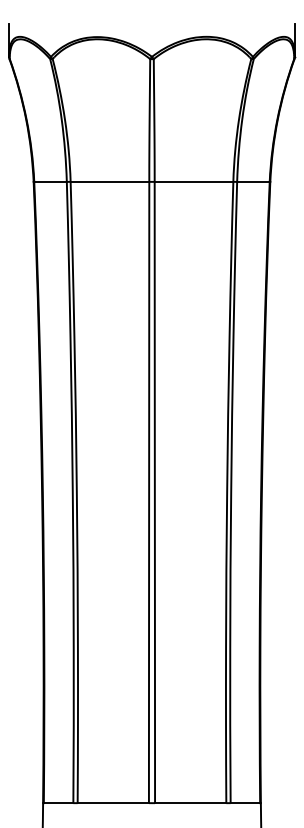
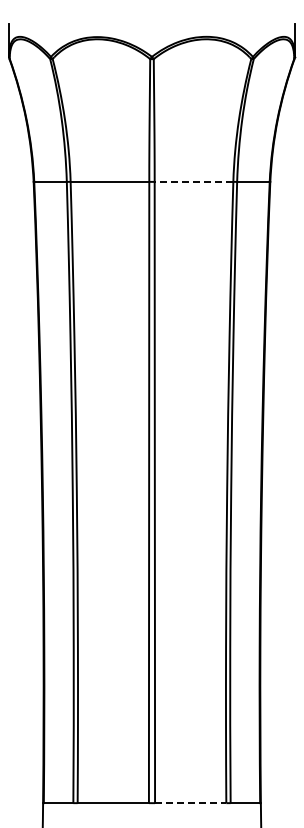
line at (193, 181): solid -> dashed
line at (190, 803): solid -> dashed
